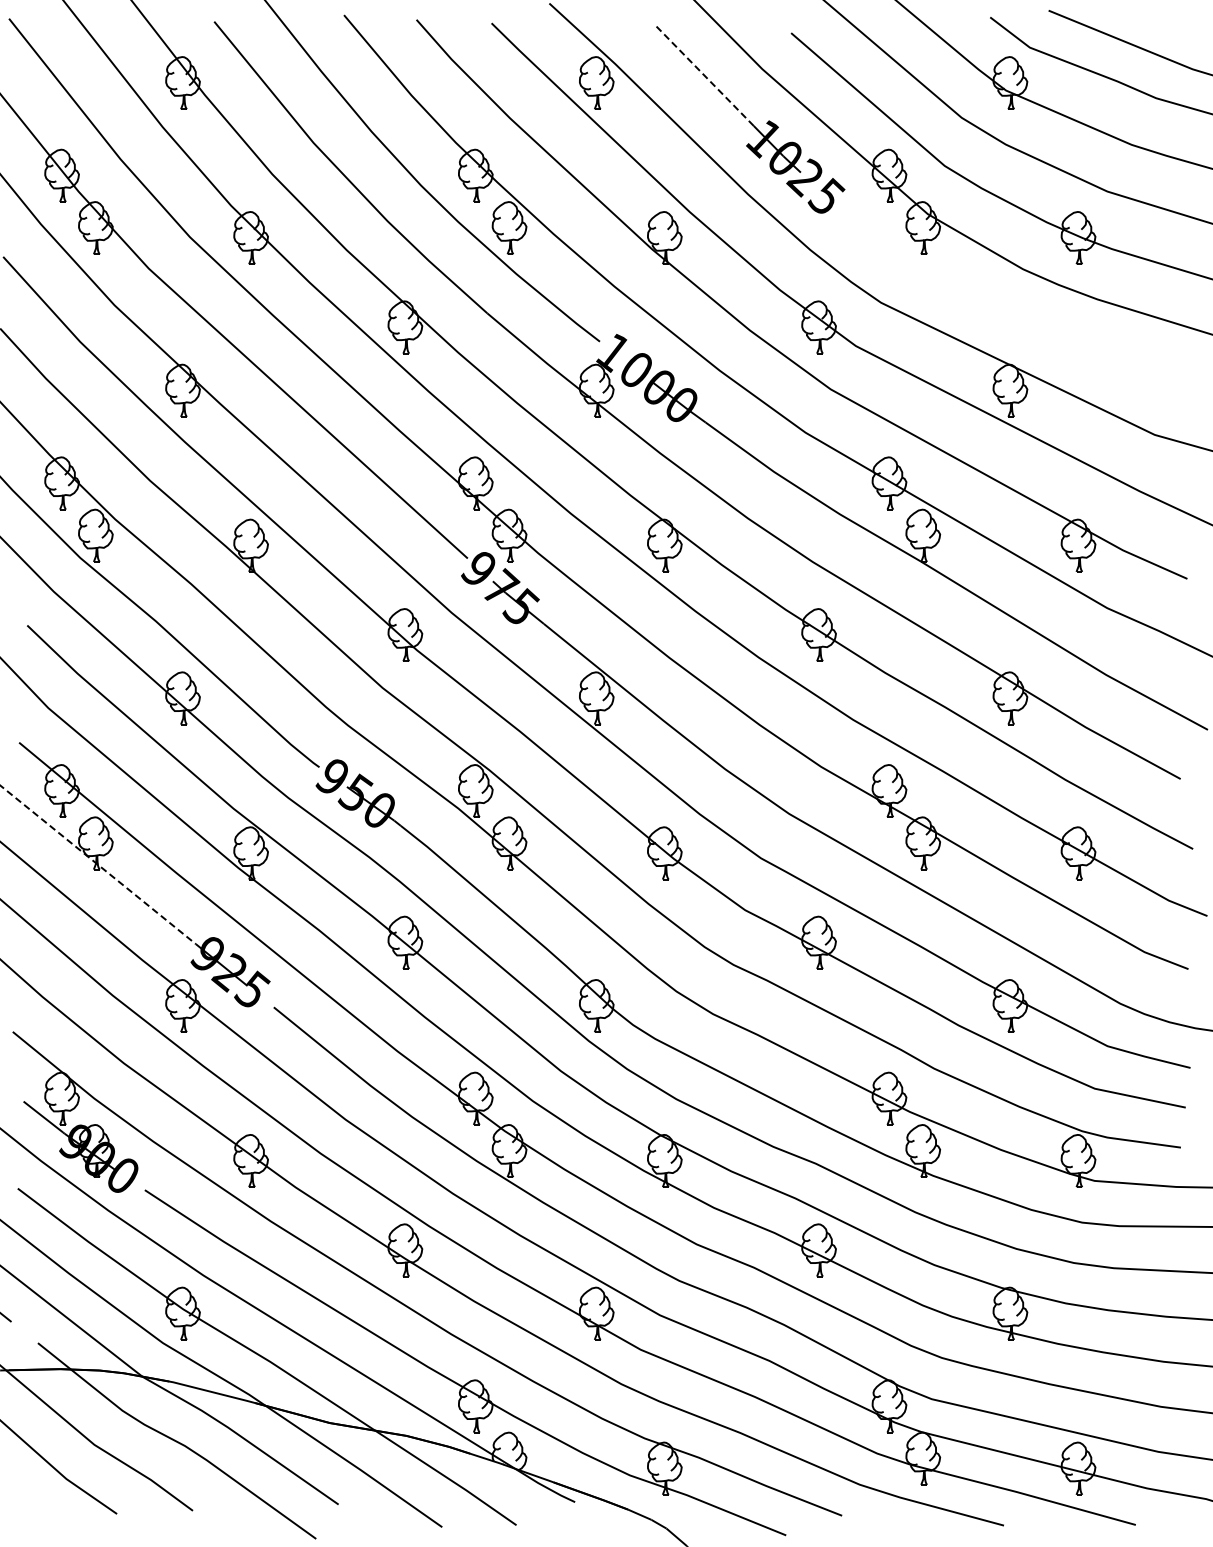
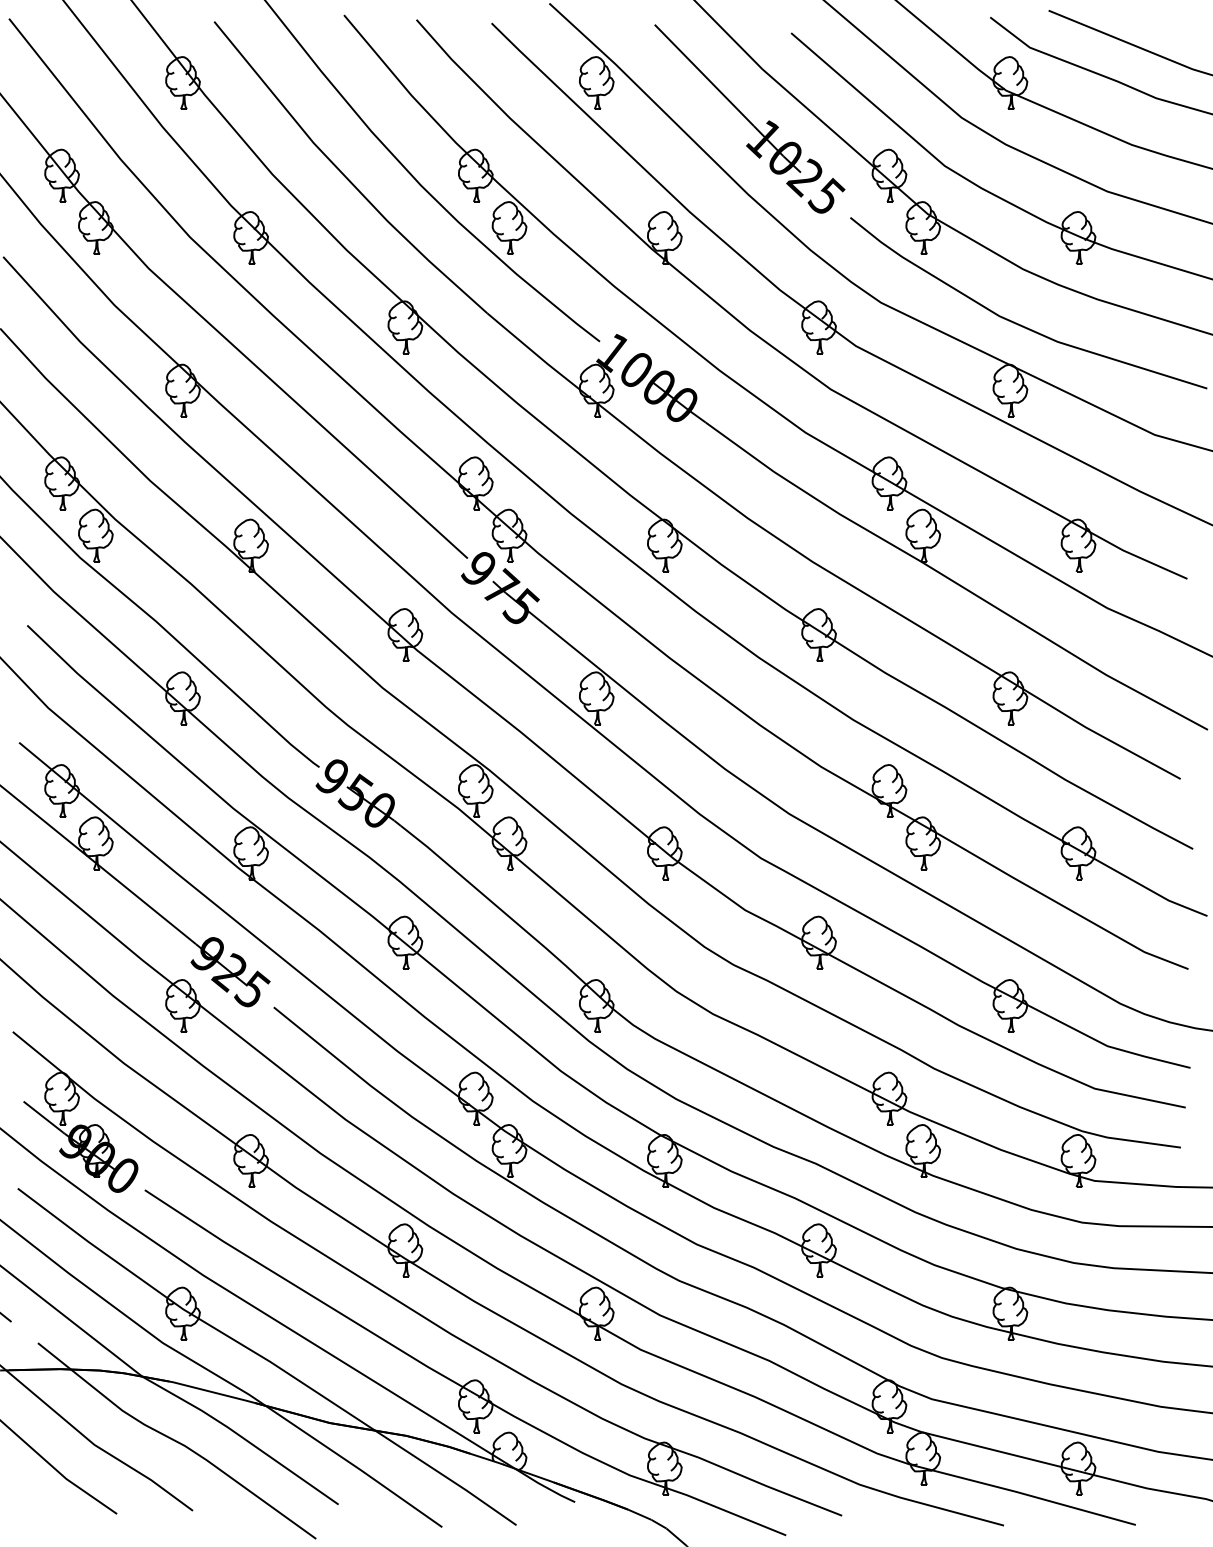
line at (704, 75): dashed -> solid
curve at (1021, 324): none -> present
line at (98, 865): dashed -> solid
